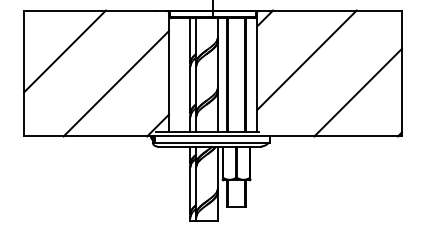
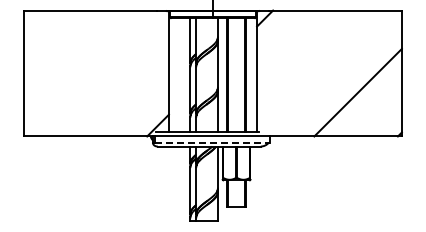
line at (64, 51): present -> none
line at (306, 60): present -> none
line at (115, 83): present -> none
line at (212, 142): solid -> dashed
